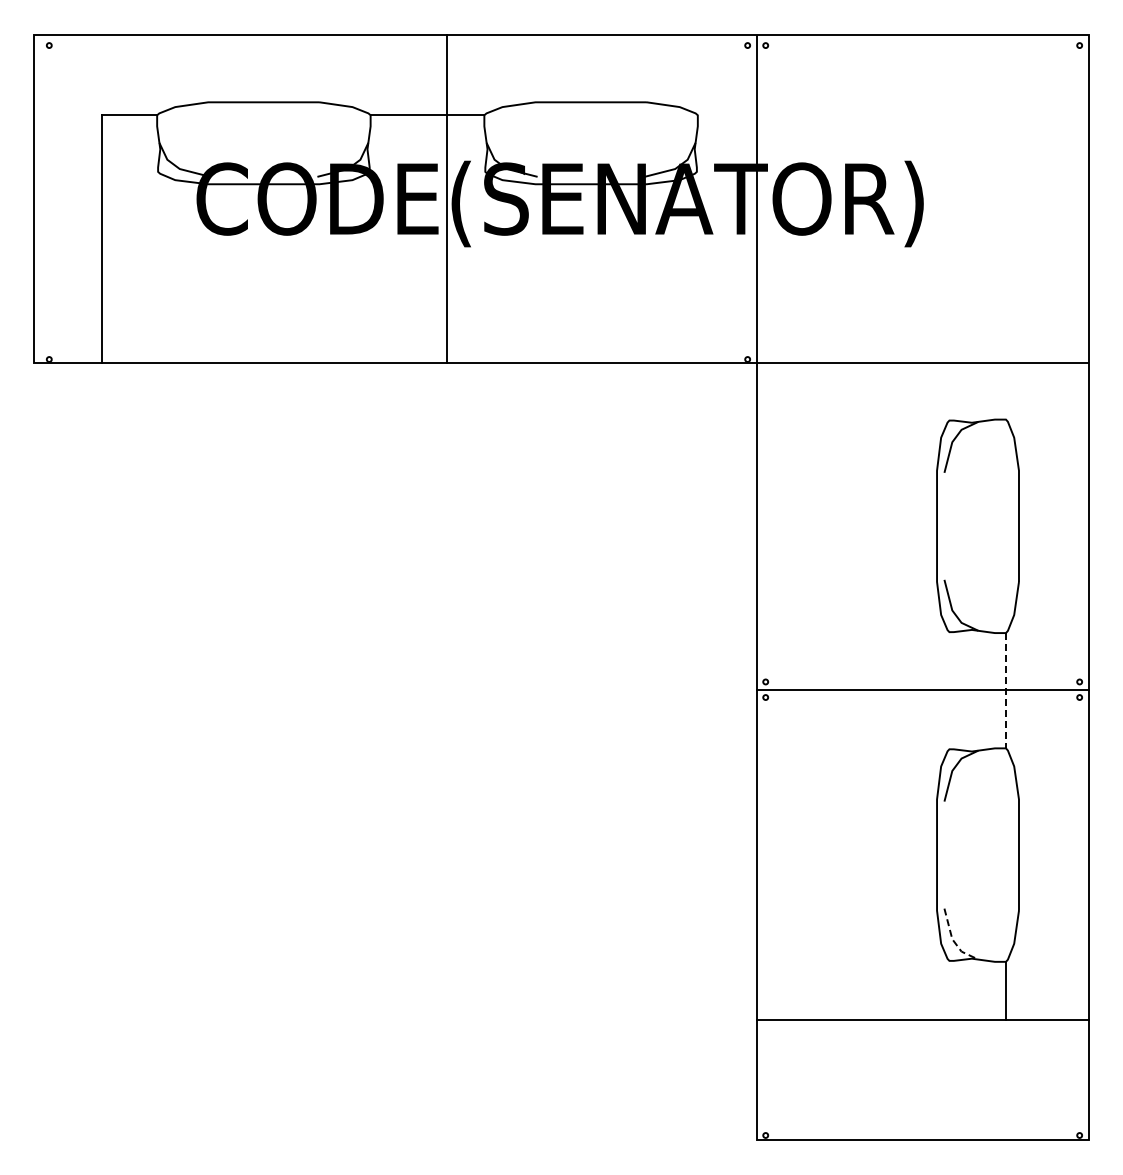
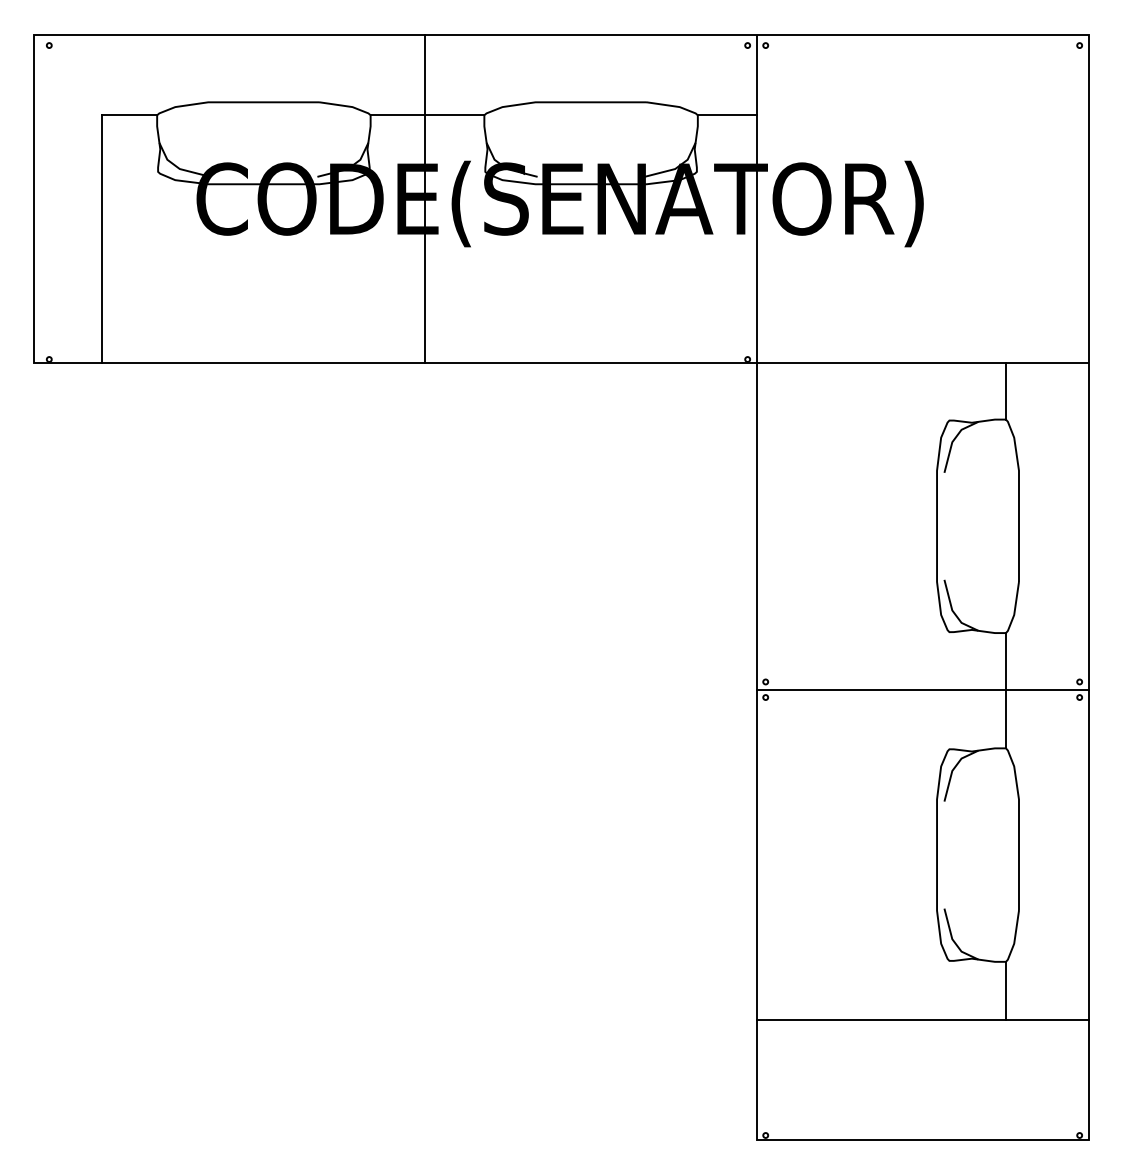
line at (726, 115): none -> present
line at (447, 198) position: (447, 198) -> (425, 198)
line at (1005, 390): none -> present
line at (1005, 690): dashed -> solid
line at (953, 940): dashed -> solid
